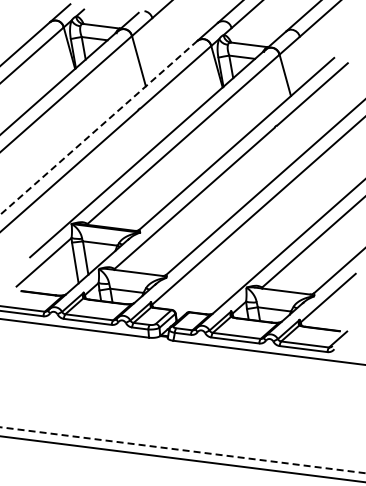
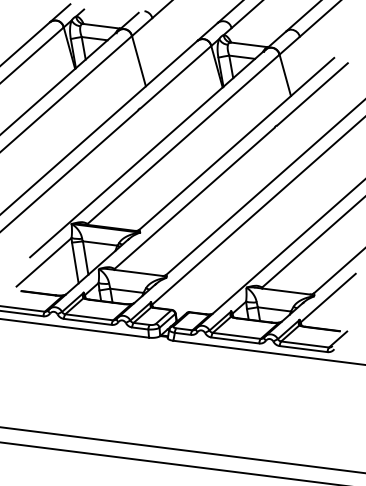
line at (98, 127): dashed -> solid
line at (182, 450): dashed -> solid
line at (182, 458) position: (182, 458) -> (162, 462)
